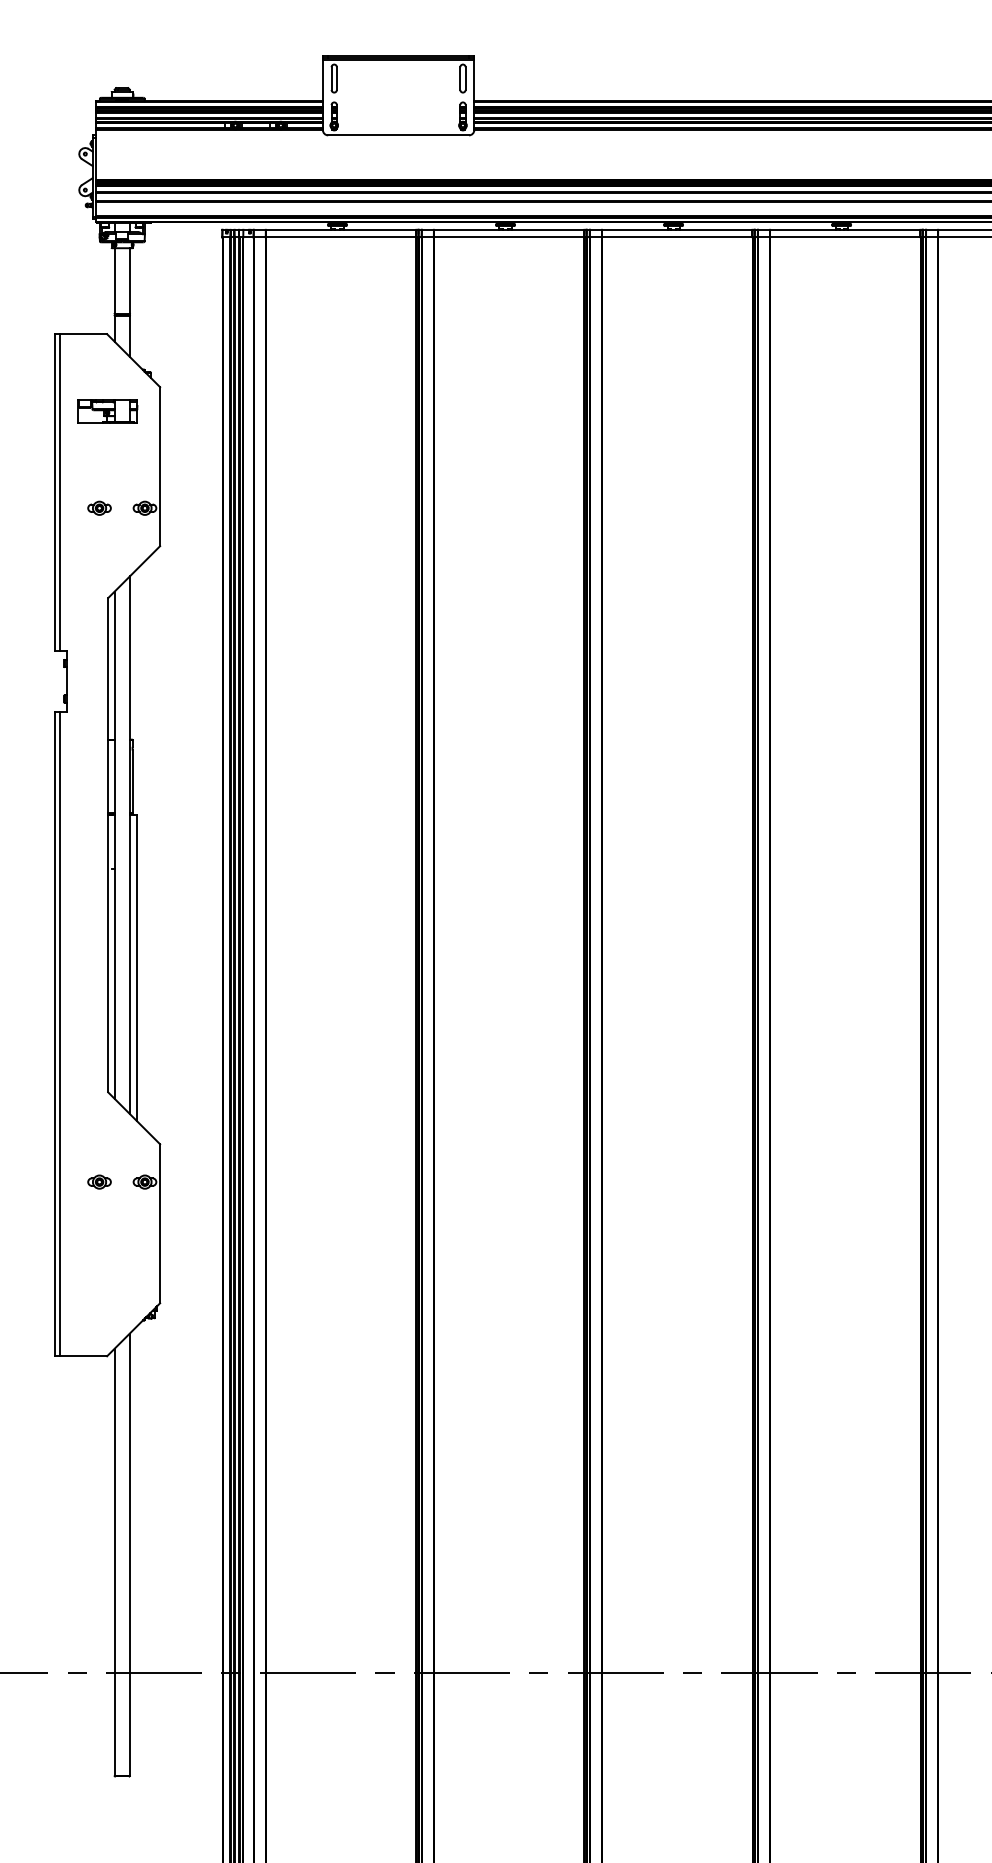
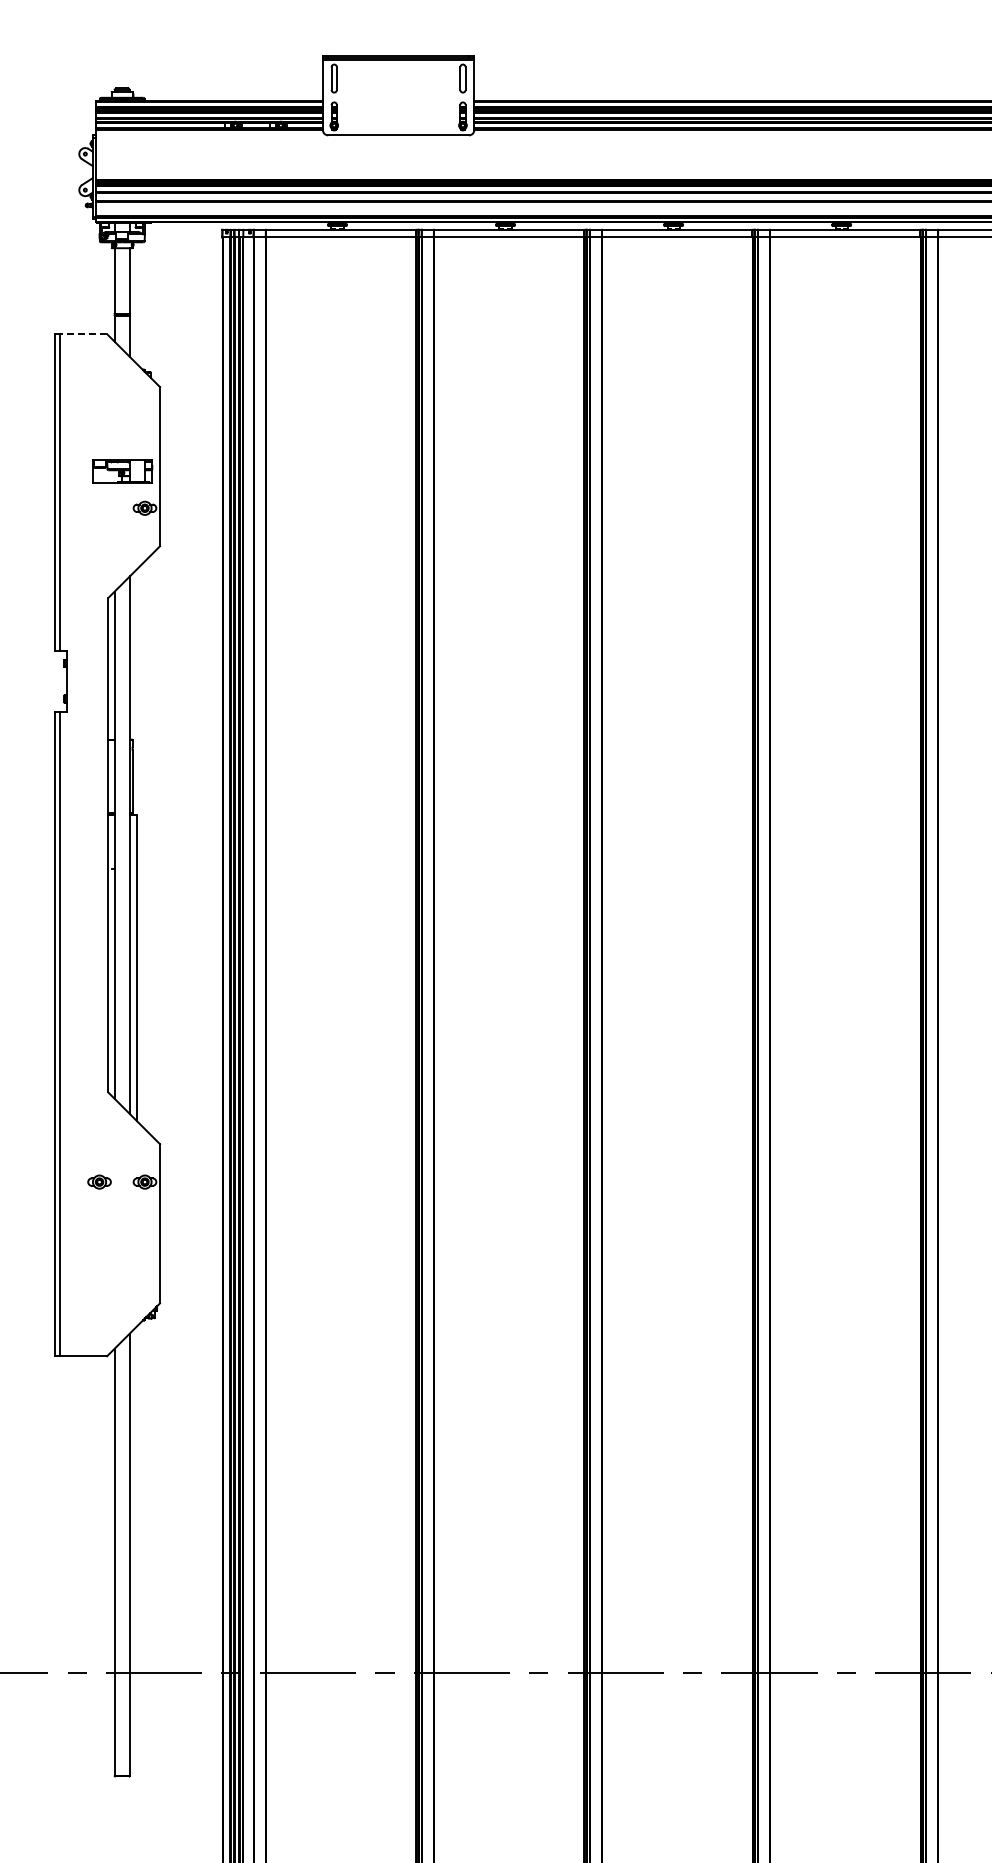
line at (83, 334): solid -> dashed
part at (107, 411) position: (107, 411) -> (122, 471)
part at (99, 507): present -> none
